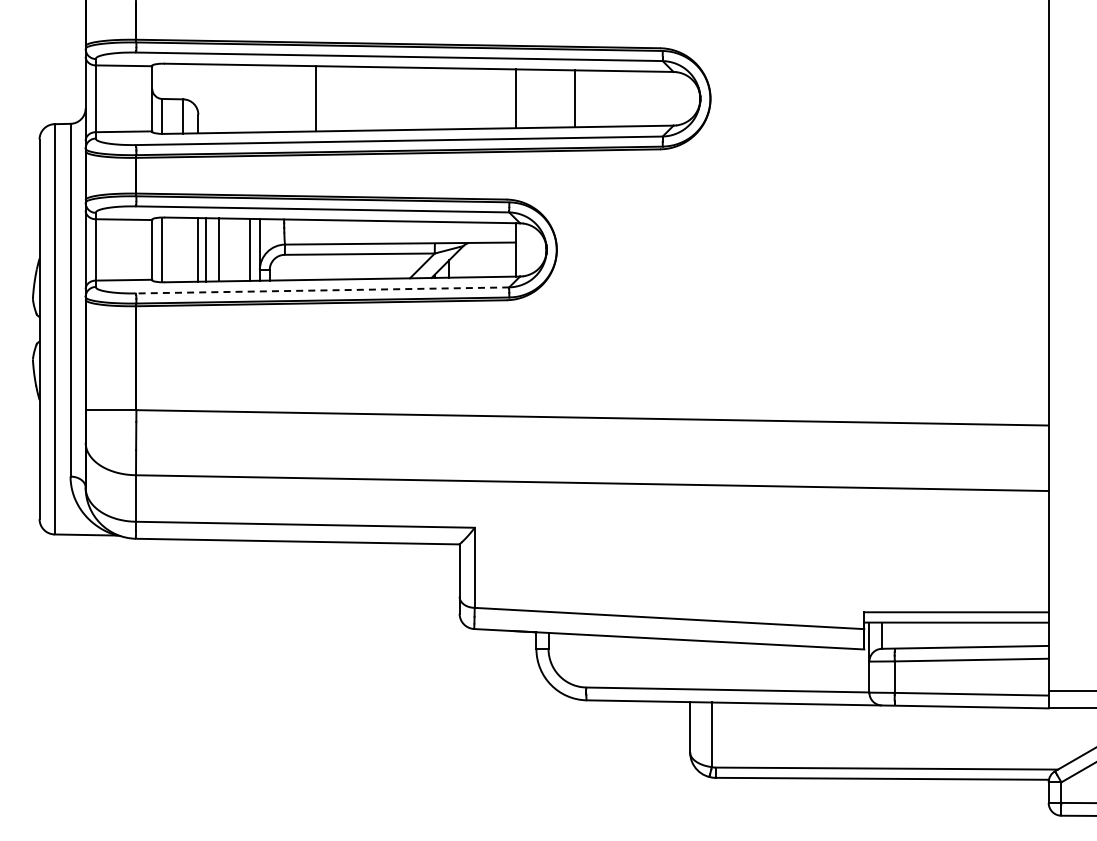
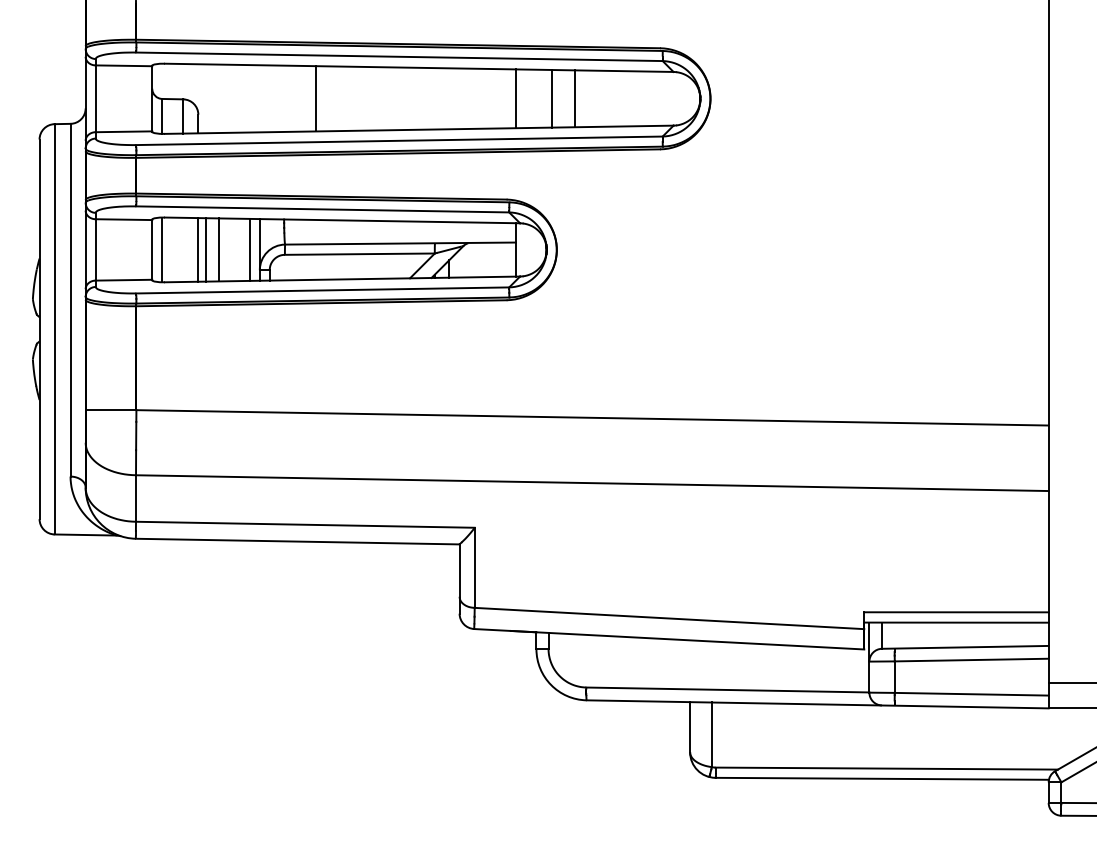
line at (551, 98): none -> present
line at (322, 290): dashed -> solid
line at (1070, 690) position: (1070, 690) -> (1070, 682)
